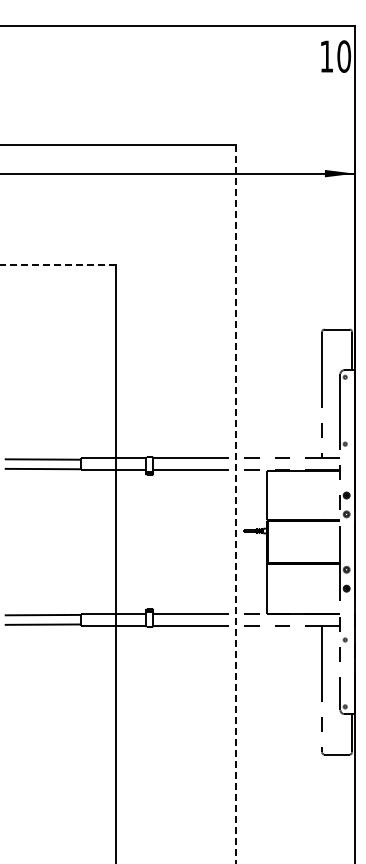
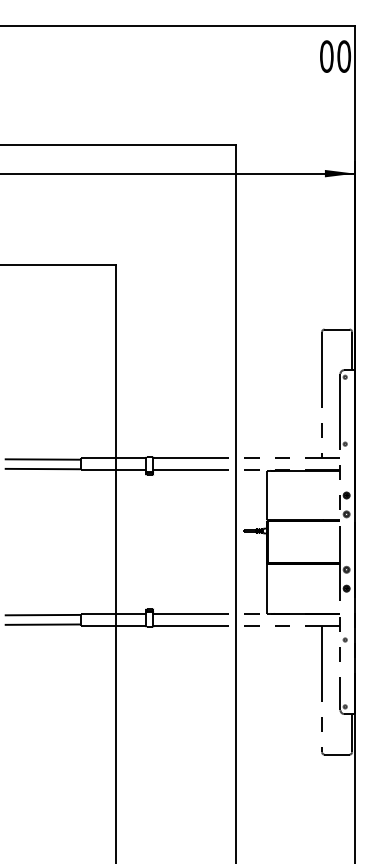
text at (326, 56): 10 -> 00
line at (58, 264): dashed -> solid
line at (235, 504): dashed -> solid
